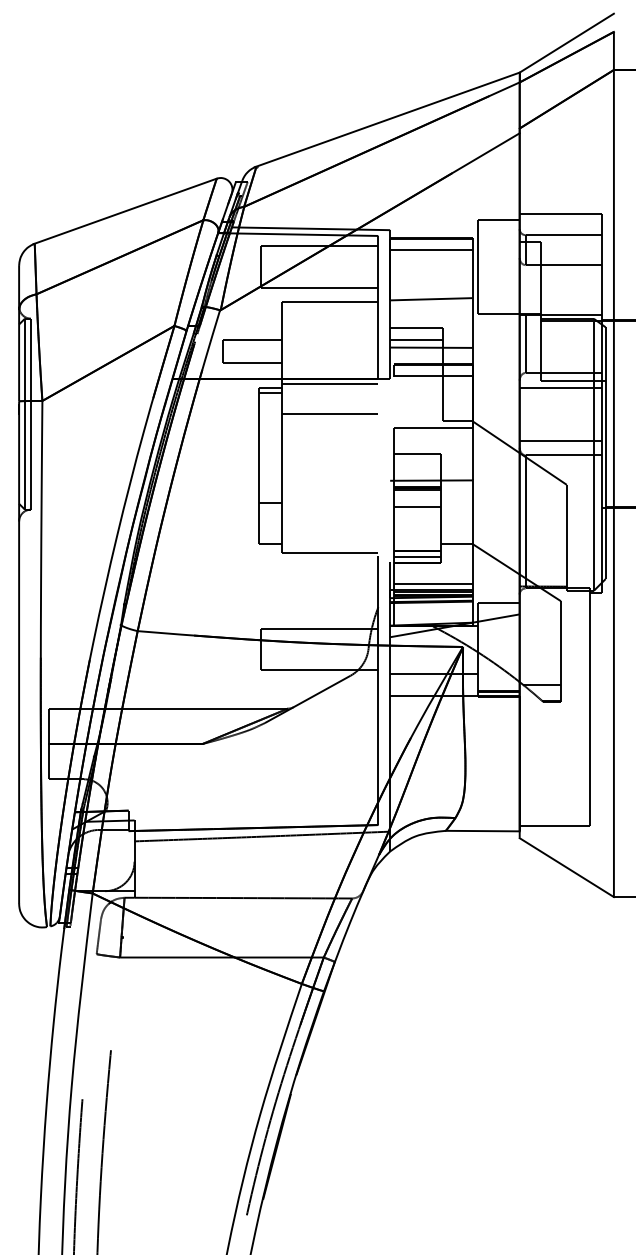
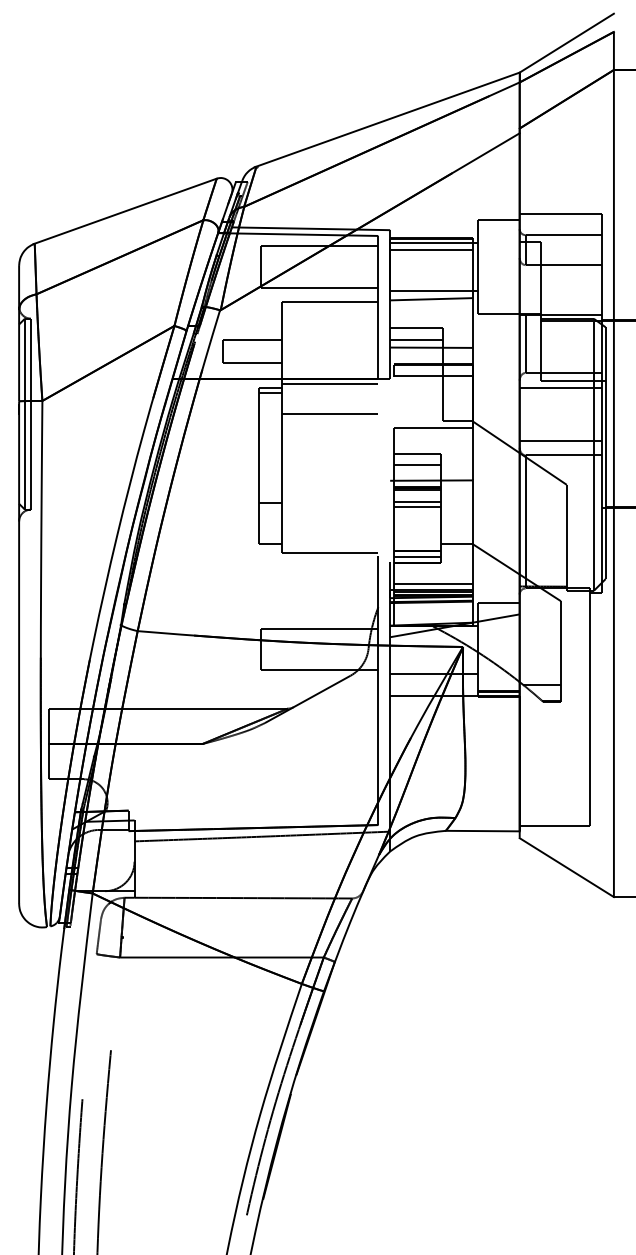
line at (434, 242): none -> present
line at (434, 291): none -> present
line at (416, 465): none -> present
line at (416, 502): none -> present
